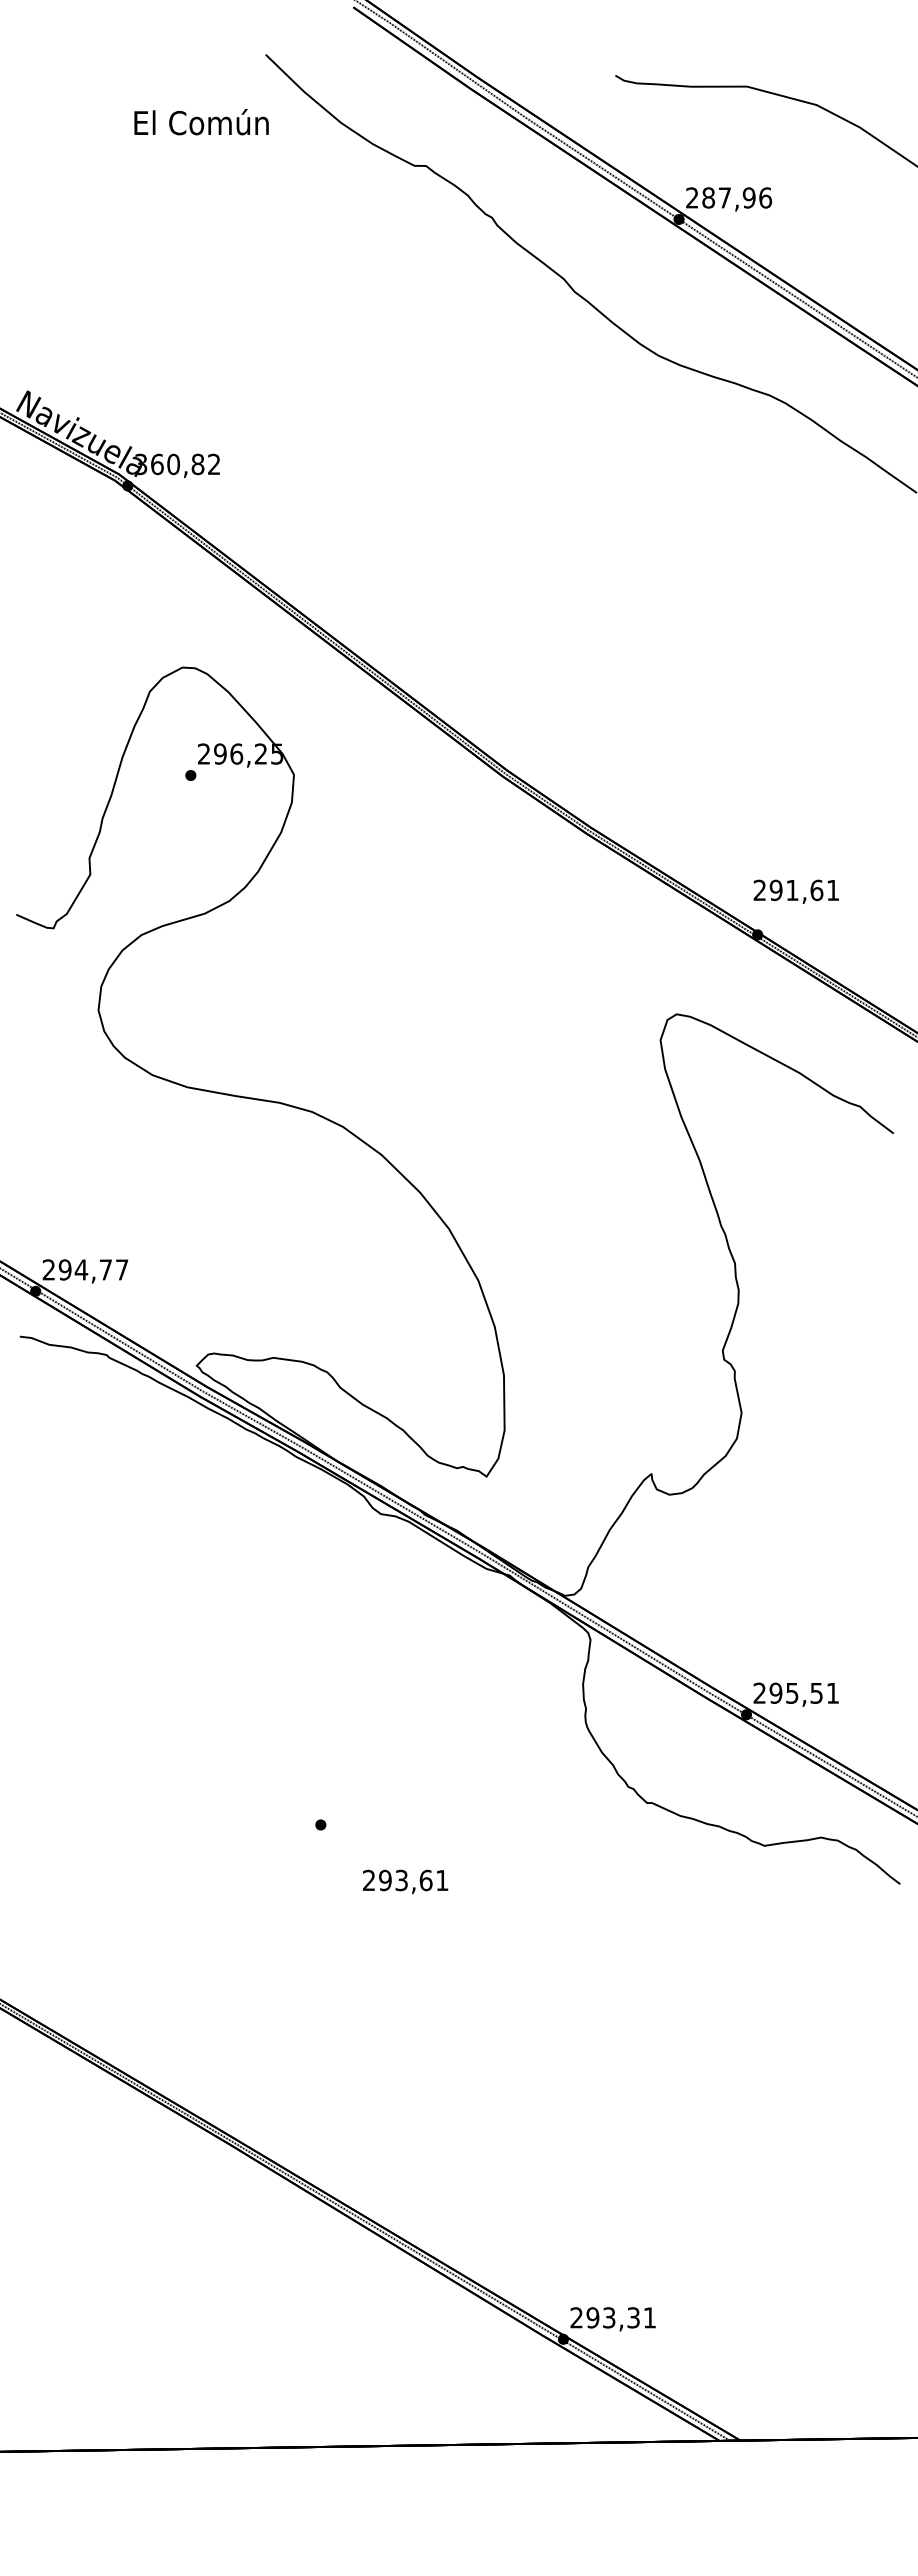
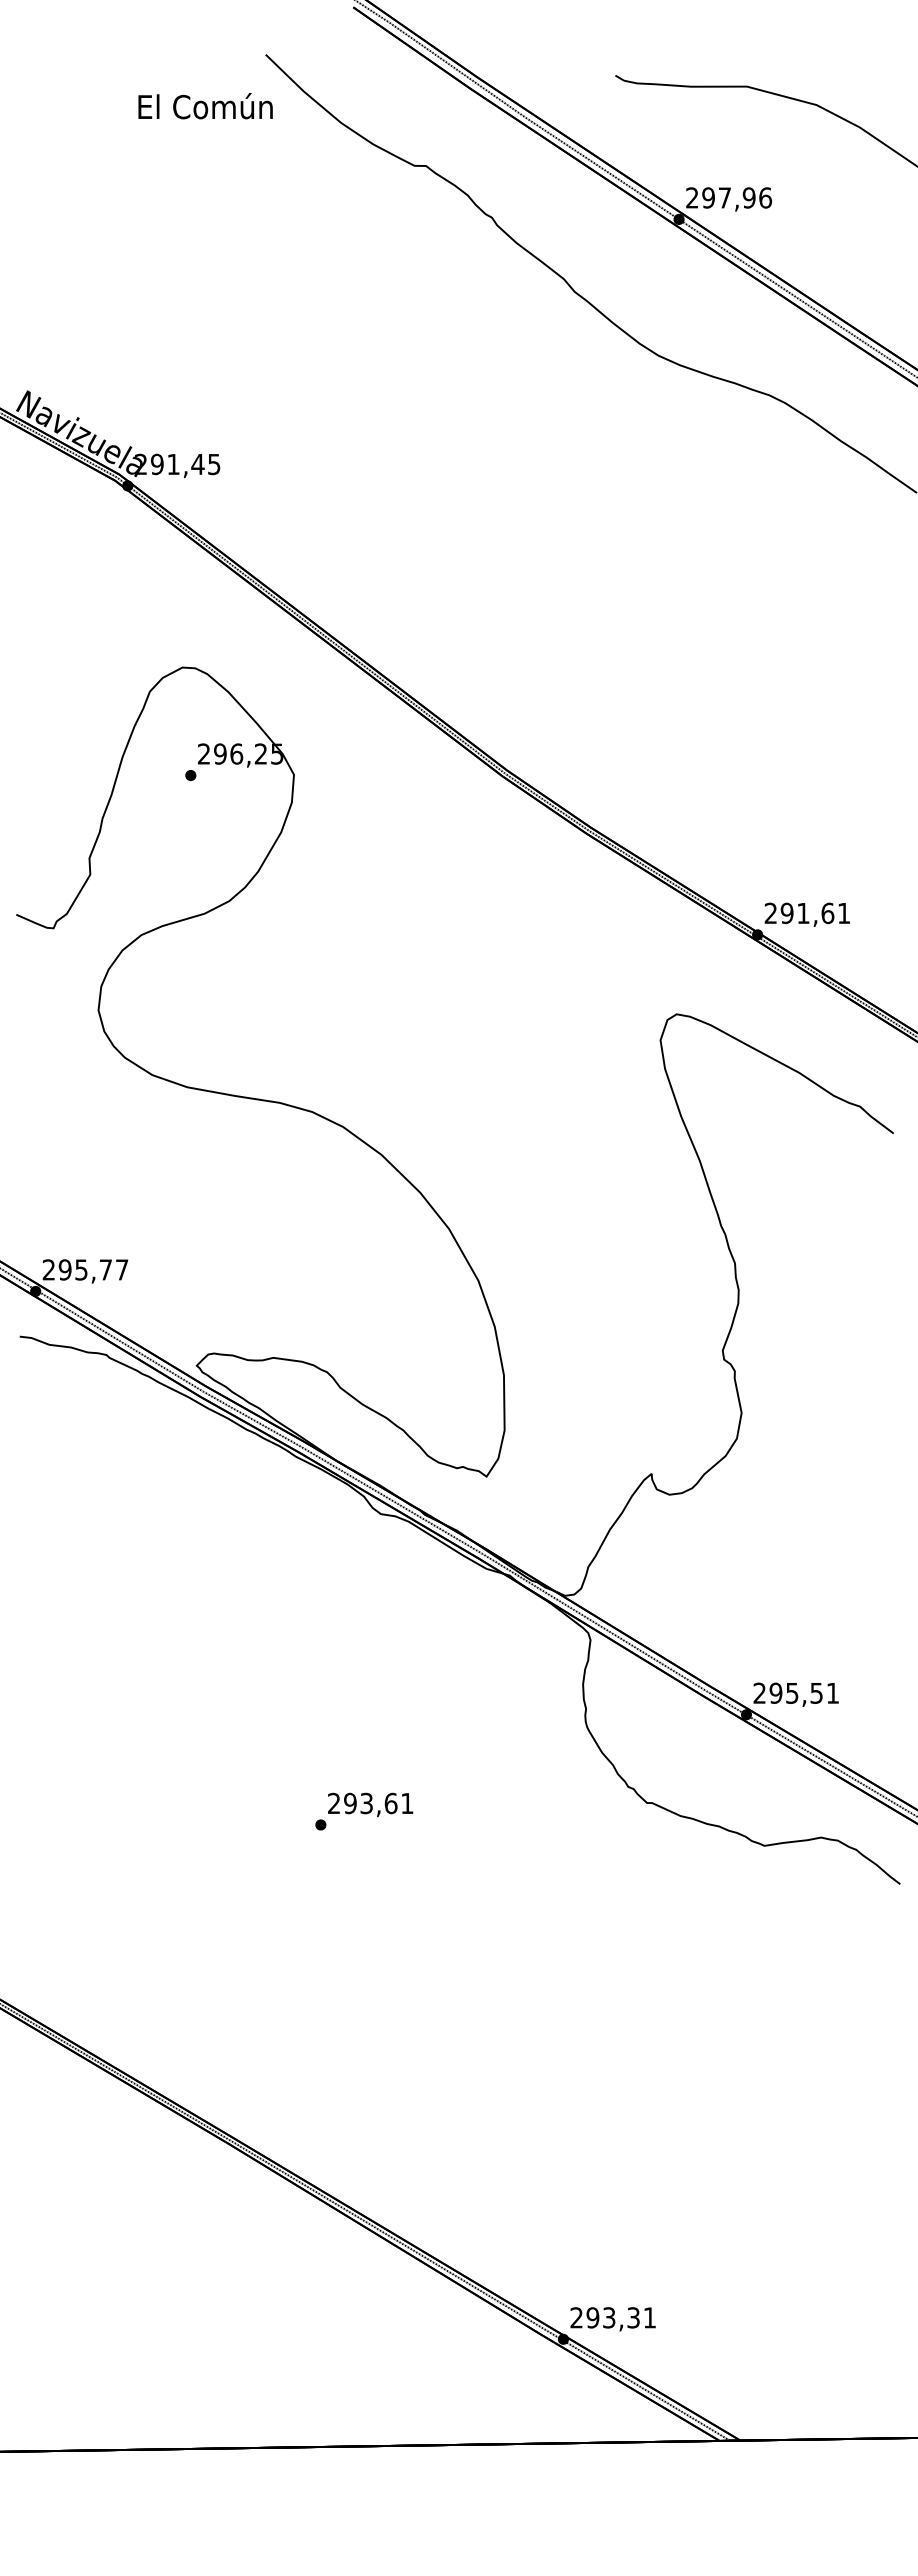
text at (201, 122) position: (201, 122) -> (205, 106)
text at (708, 197): 287,96 -> 297,96
text at (177, 464): 360,82 -> 291,45
text at (795, 891) position: (795, 891) -> (806, 914)
text at (81, 1269): 294,77 -> 295,77
text at (405, 1881) position: (405, 1881) -> (370, 1804)
